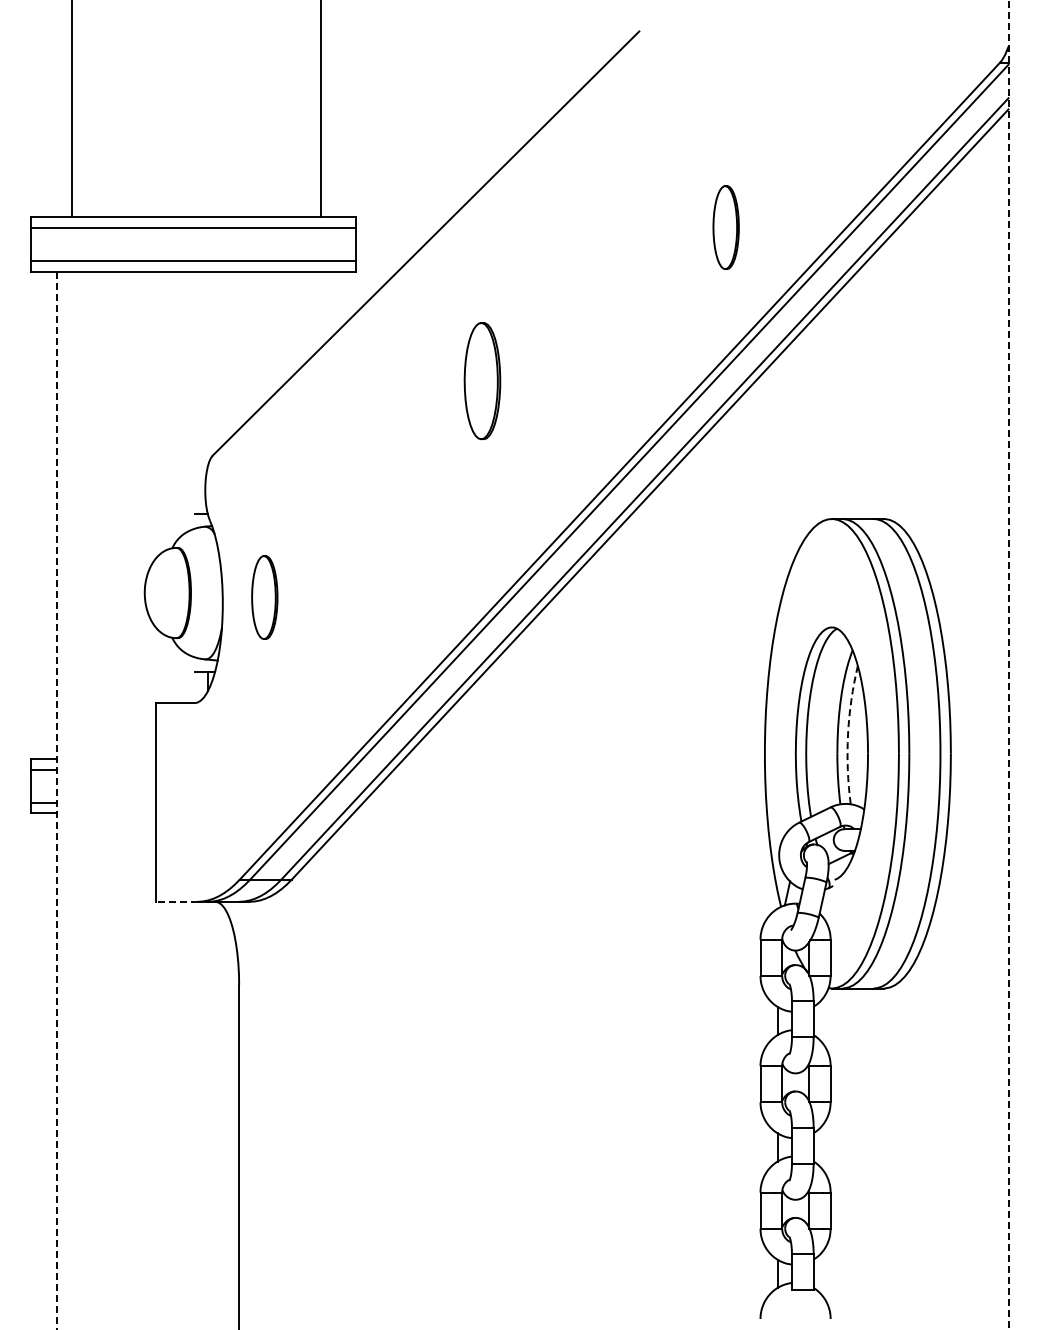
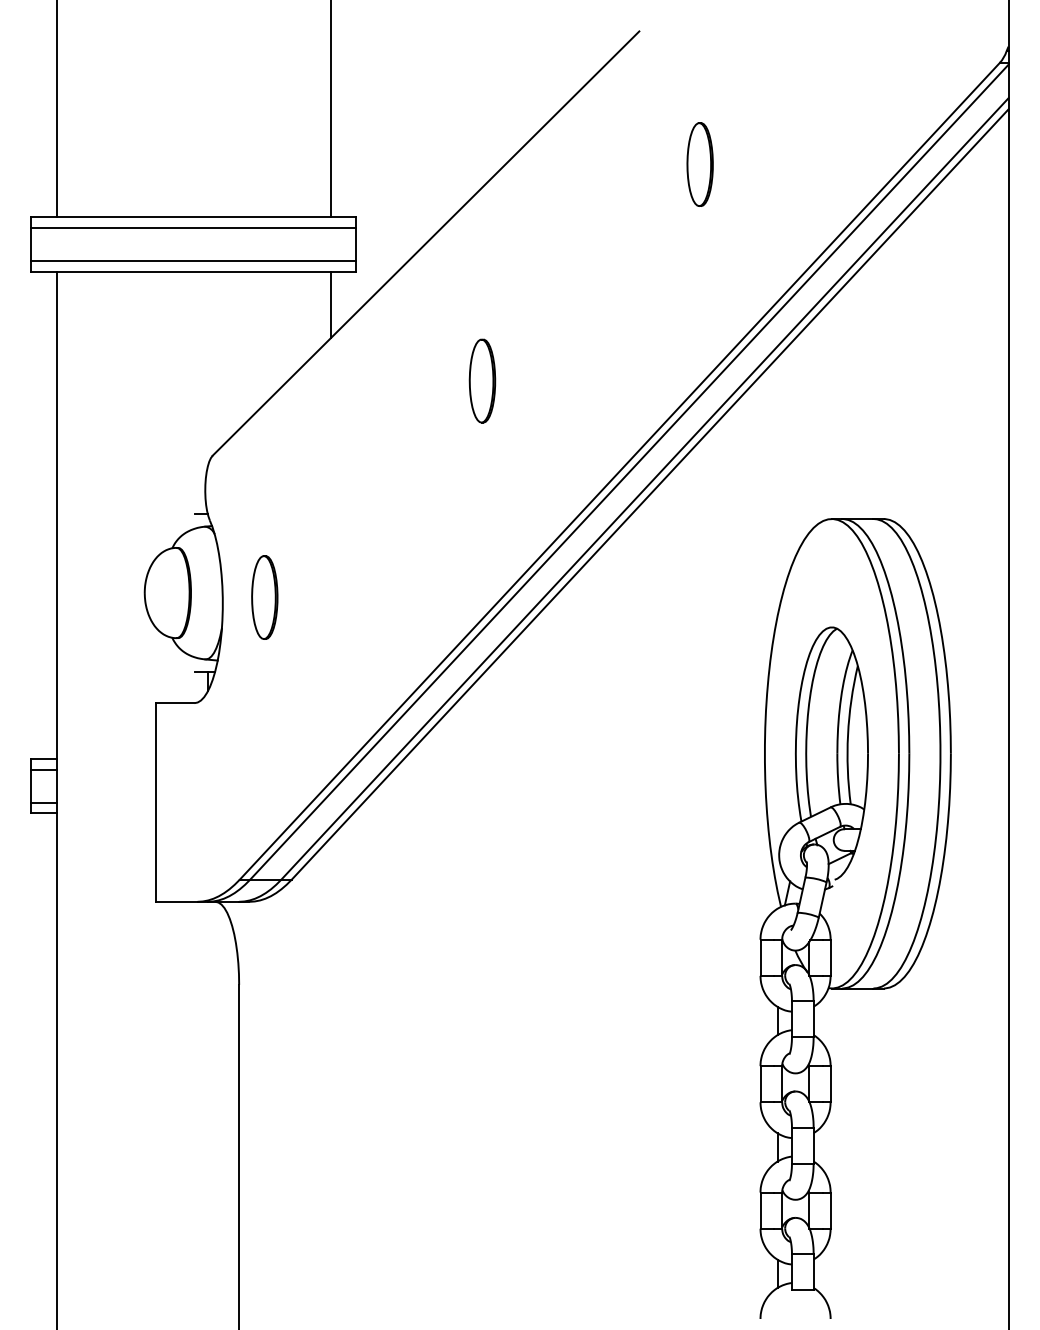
line at (71, 109) position: (71, 109) -> (56, 109)
line at (321, 109) position: (321, 109) -> (331, 109)
part at (725, 227) position: (725, 227) -> (699, 164)
line at (331, 304): none -> present
part at (482, 381) size: 39x119 px -> 29x86 px
line at (1008, 665): dashed -> solid
arc at (848, 734): dashed -> solid
line at (56, 800): dashed -> solid
line at (176, 901): dashed -> solid
